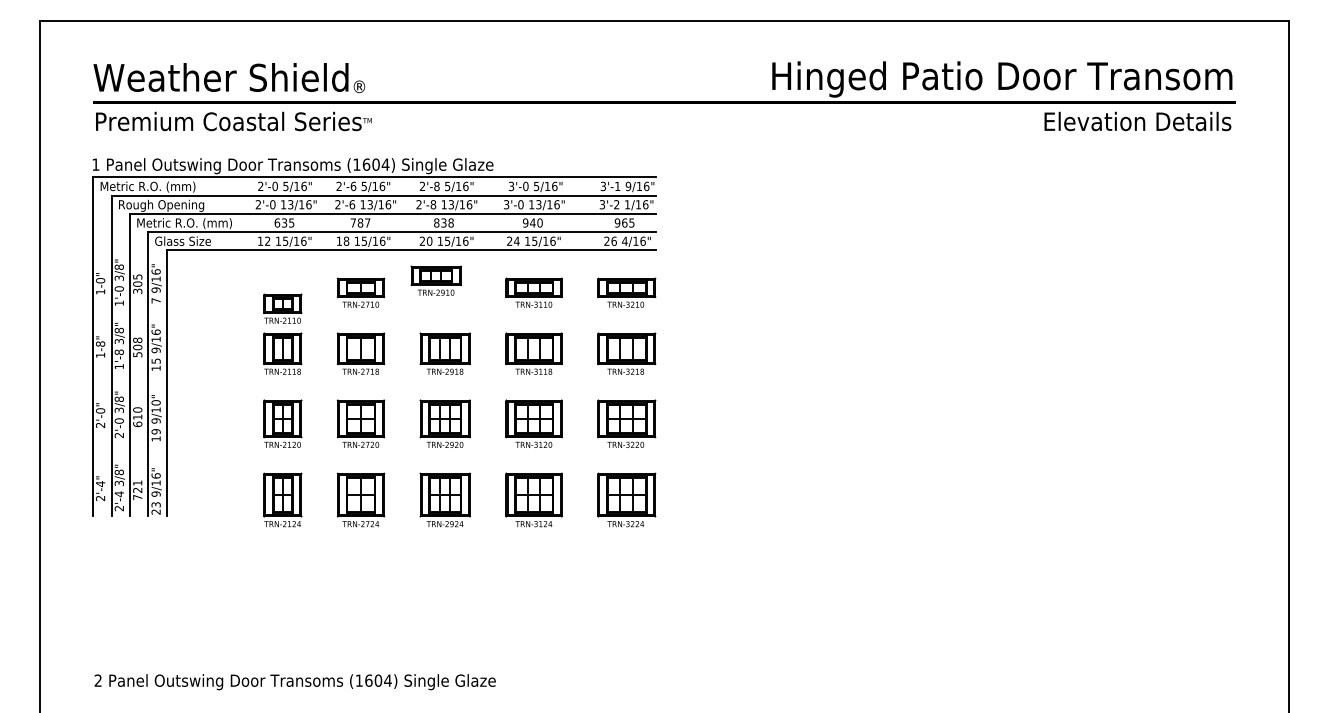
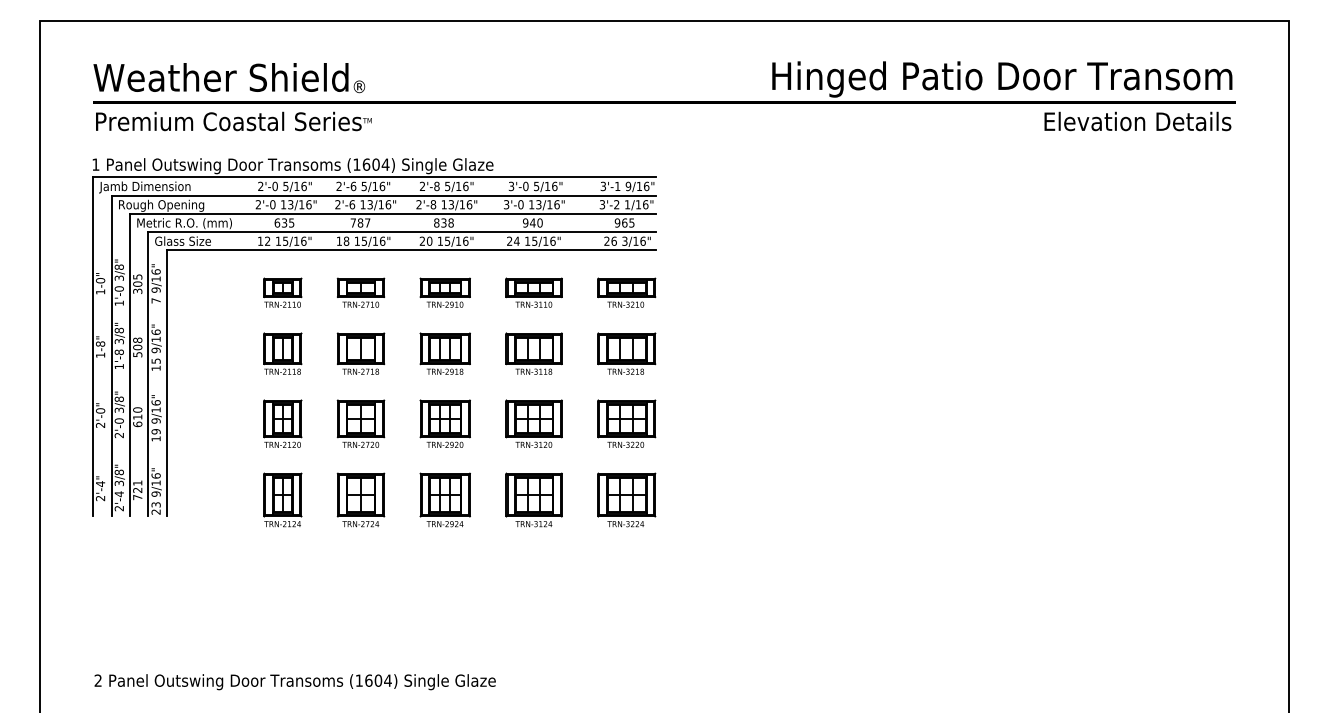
text at (147, 187): Metric R.O. (mm) -> Jamb Dimension
text at (624, 240): 4/16" -> 3/16"
part at (435, 280) position: (435, 280) -> (444, 292)
part at (282, 308) position: (282, 308) -> (282, 292)
text at (155, 402): 9/10" -> 9/16"
